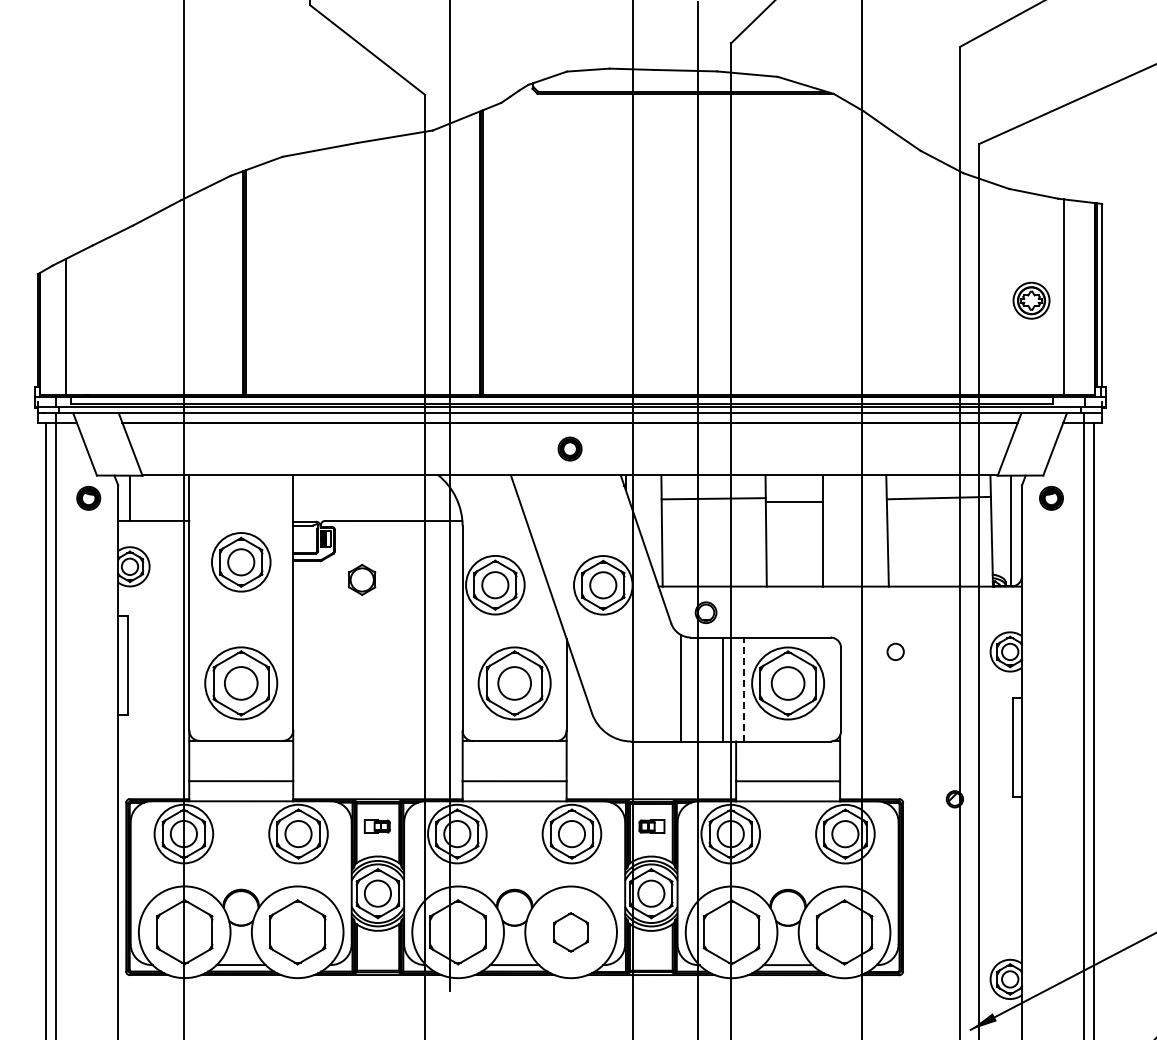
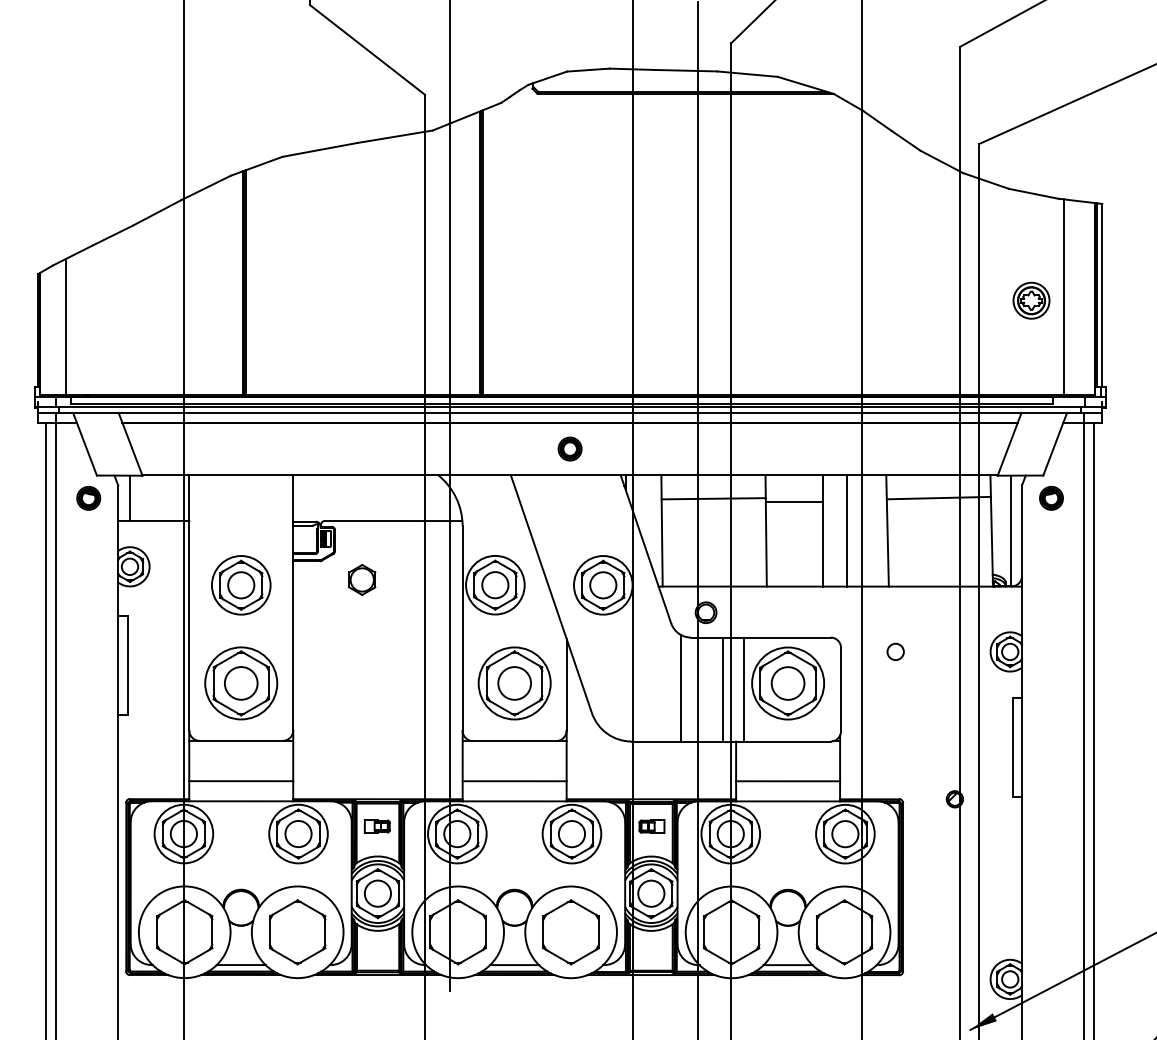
line at (846, 530): none -> present
part at (241, 562) position: (241, 562) -> (241, 585)
line at (744, 689): dashed -> solid
part at (570, 932) size: 36x41 px -> 58x67 px
